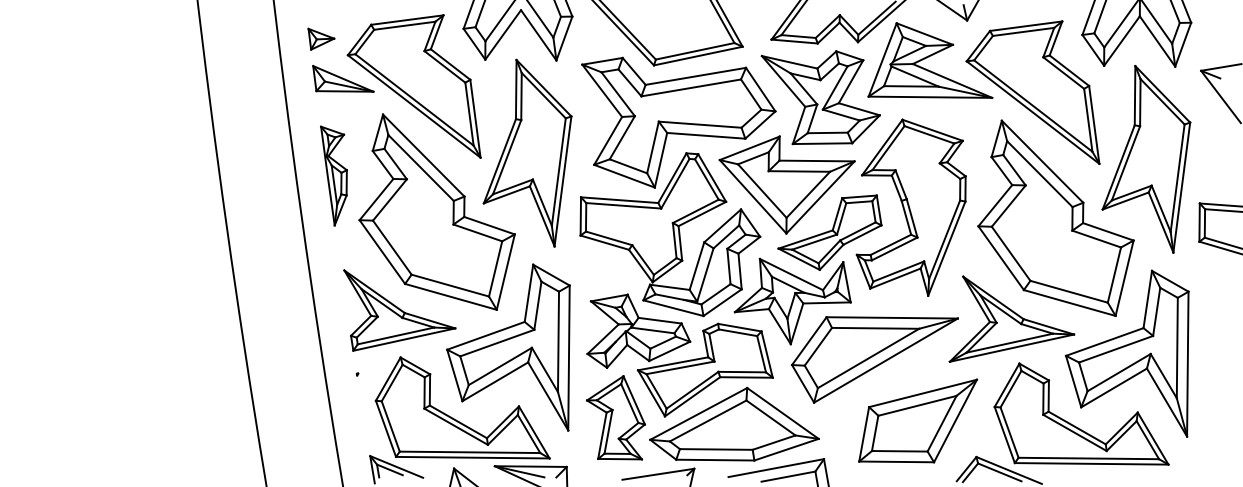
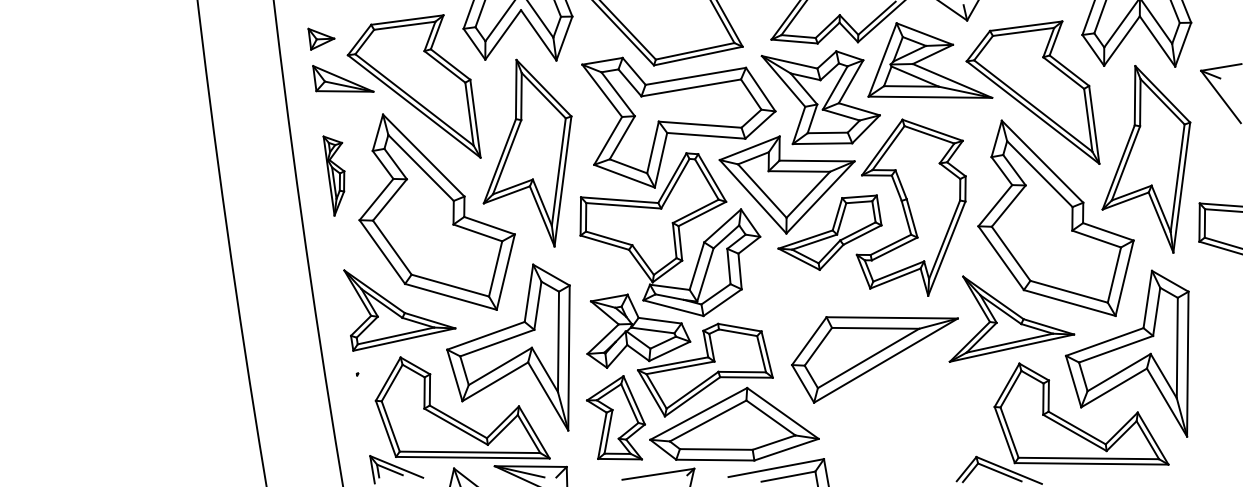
part at (333, 175) size: 28x102 px -> 24x82 px
part at (792, 301): present -> none
part at (918, 420): present -> none
